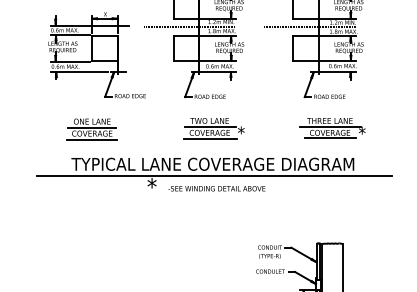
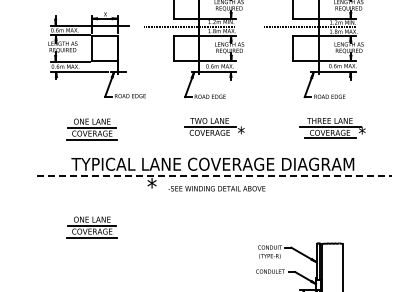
line at (210, 139): present -> none
line at (214, 176): solid -> dashed
part at (91, 227): none -> present
